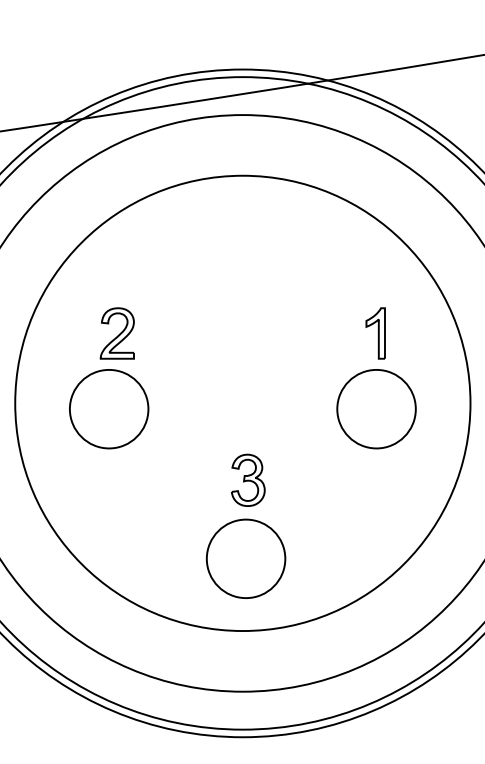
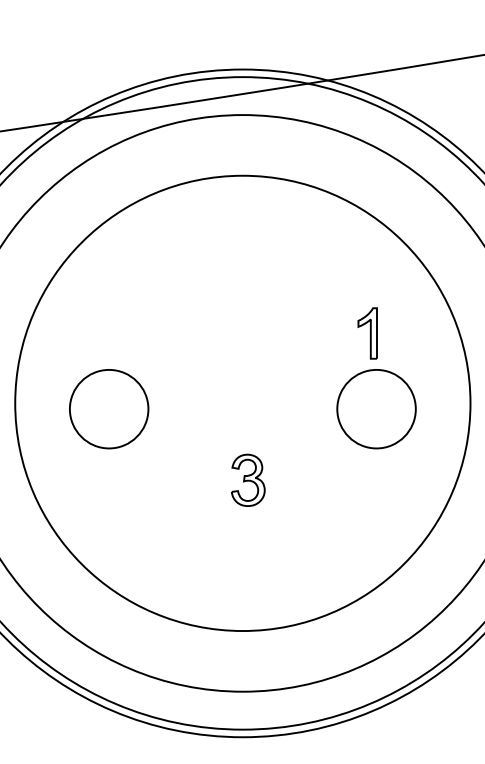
part at (116, 333): present -> none
part at (375, 333) position: (375, 333) -> (367, 333)
part at (245, 558): present -> none
